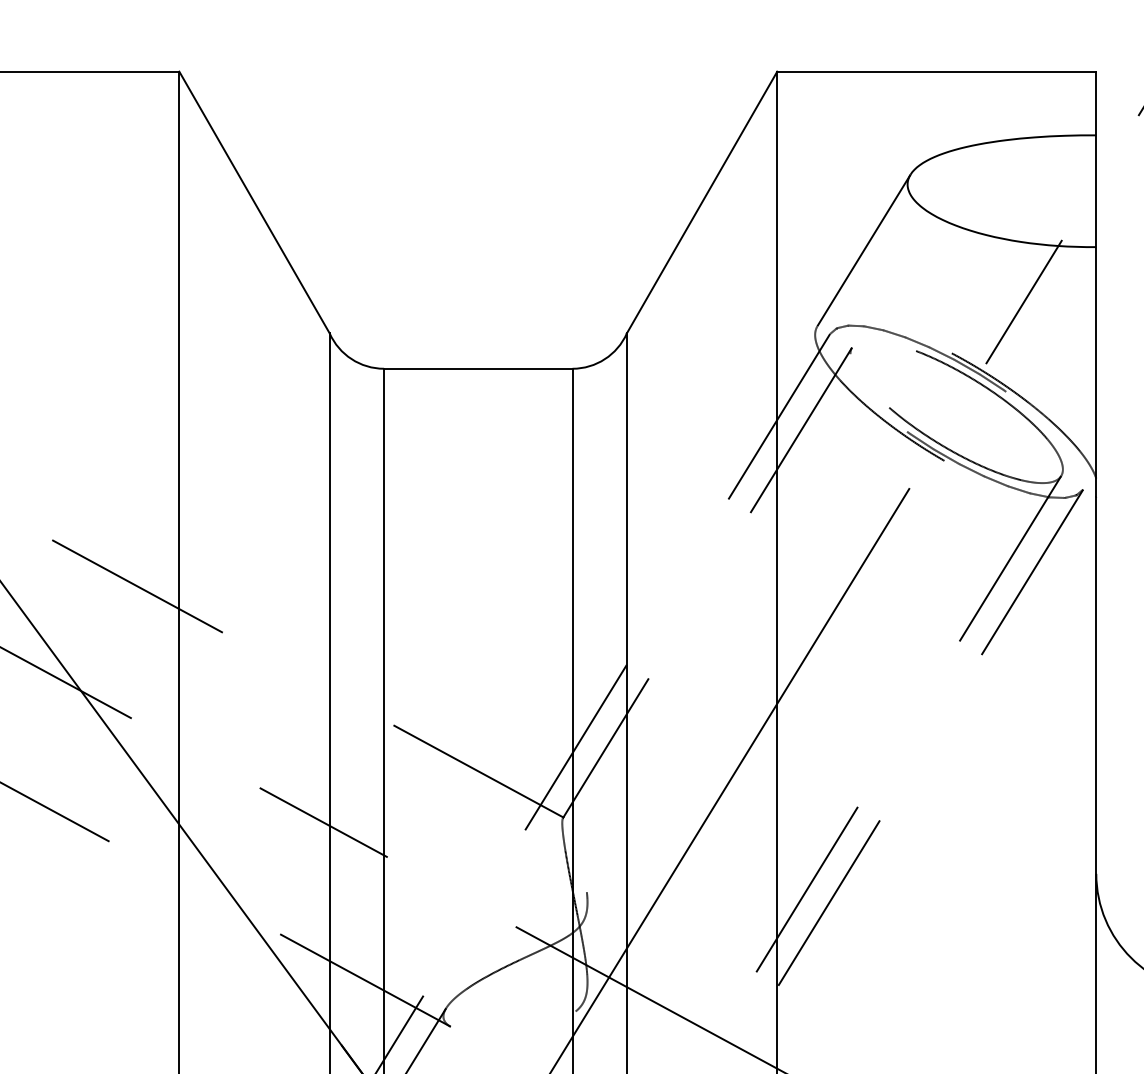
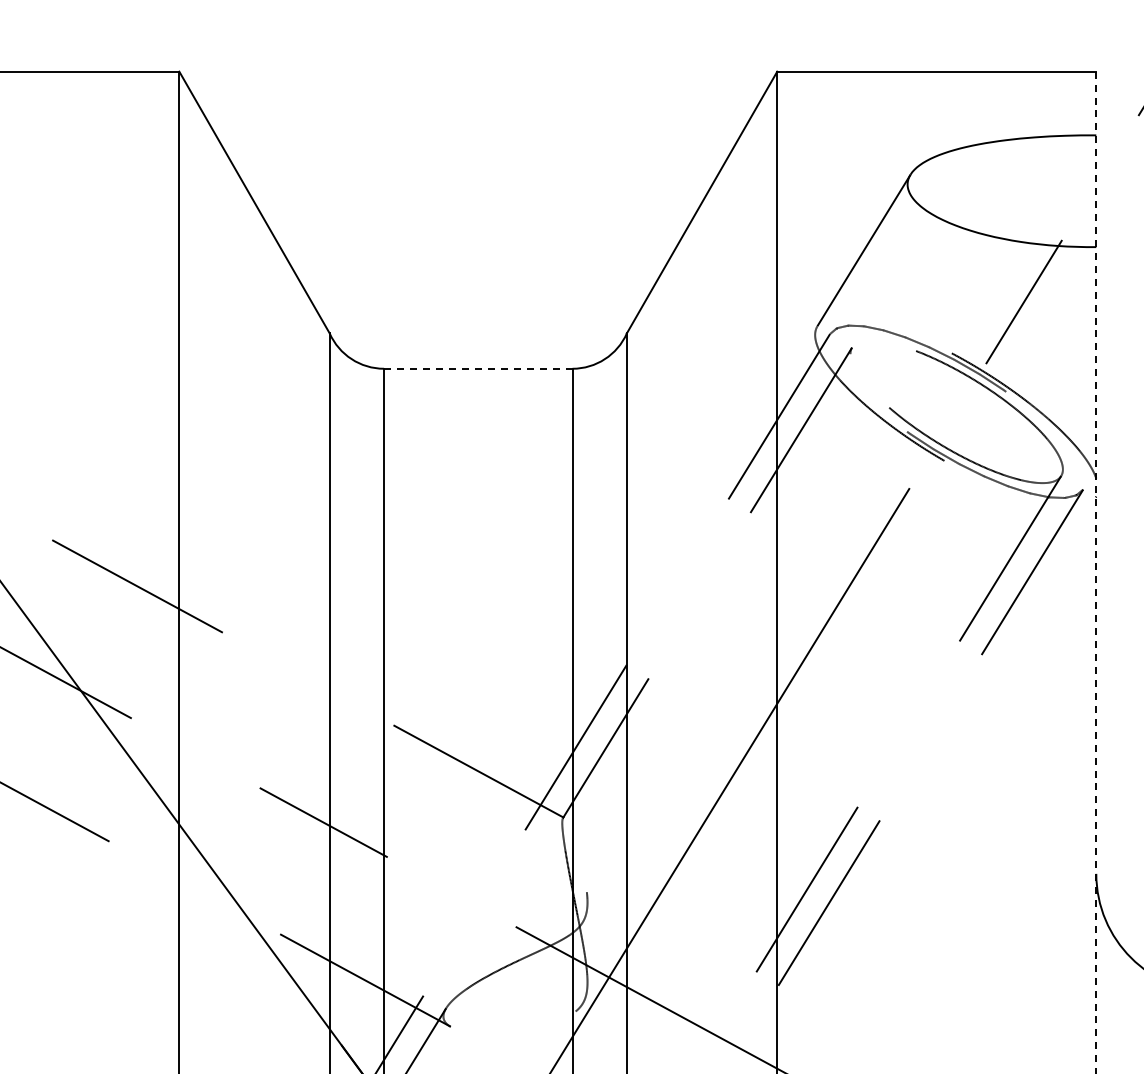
line at (477, 368): solid -> dashed
line at (1096, 572): solid -> dashed
